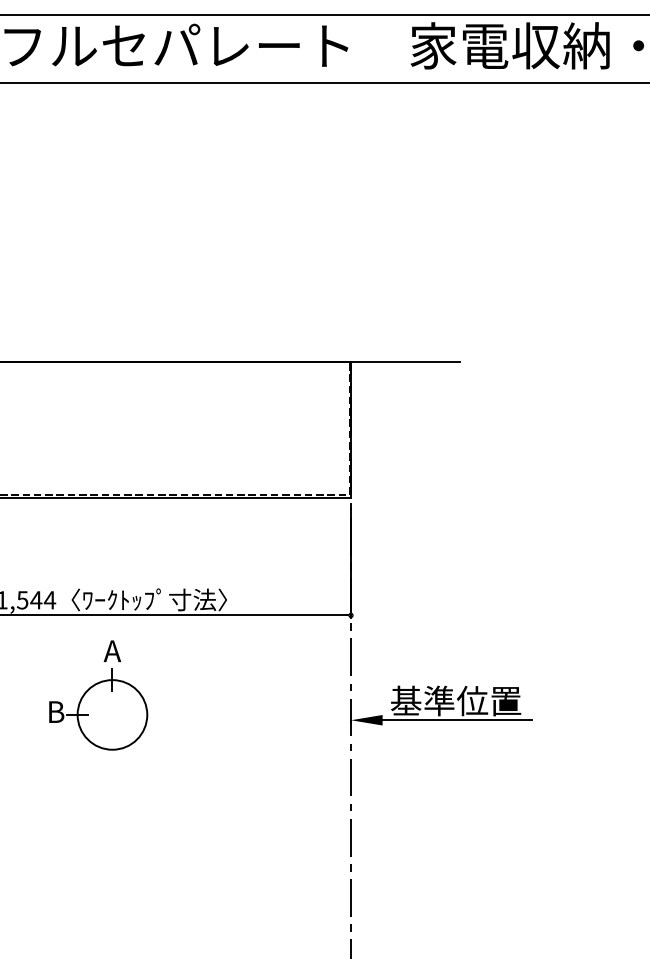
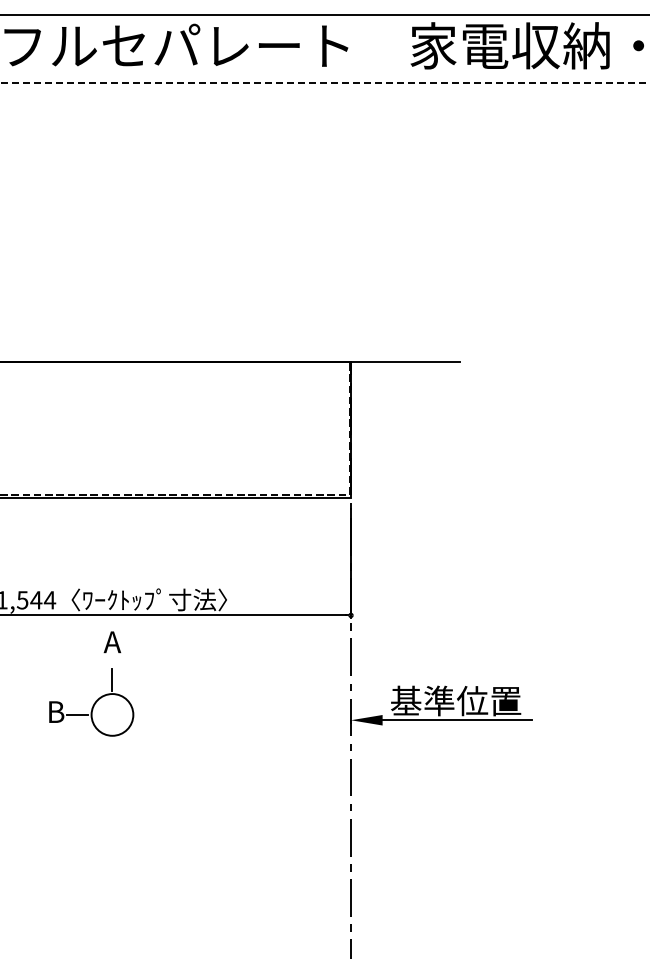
line at (325, 83): solid -> dashed
text at (112, 651) position: (112, 651) -> (112, 642)
circle at (112, 714) diameter: 70 px -> 42 px
